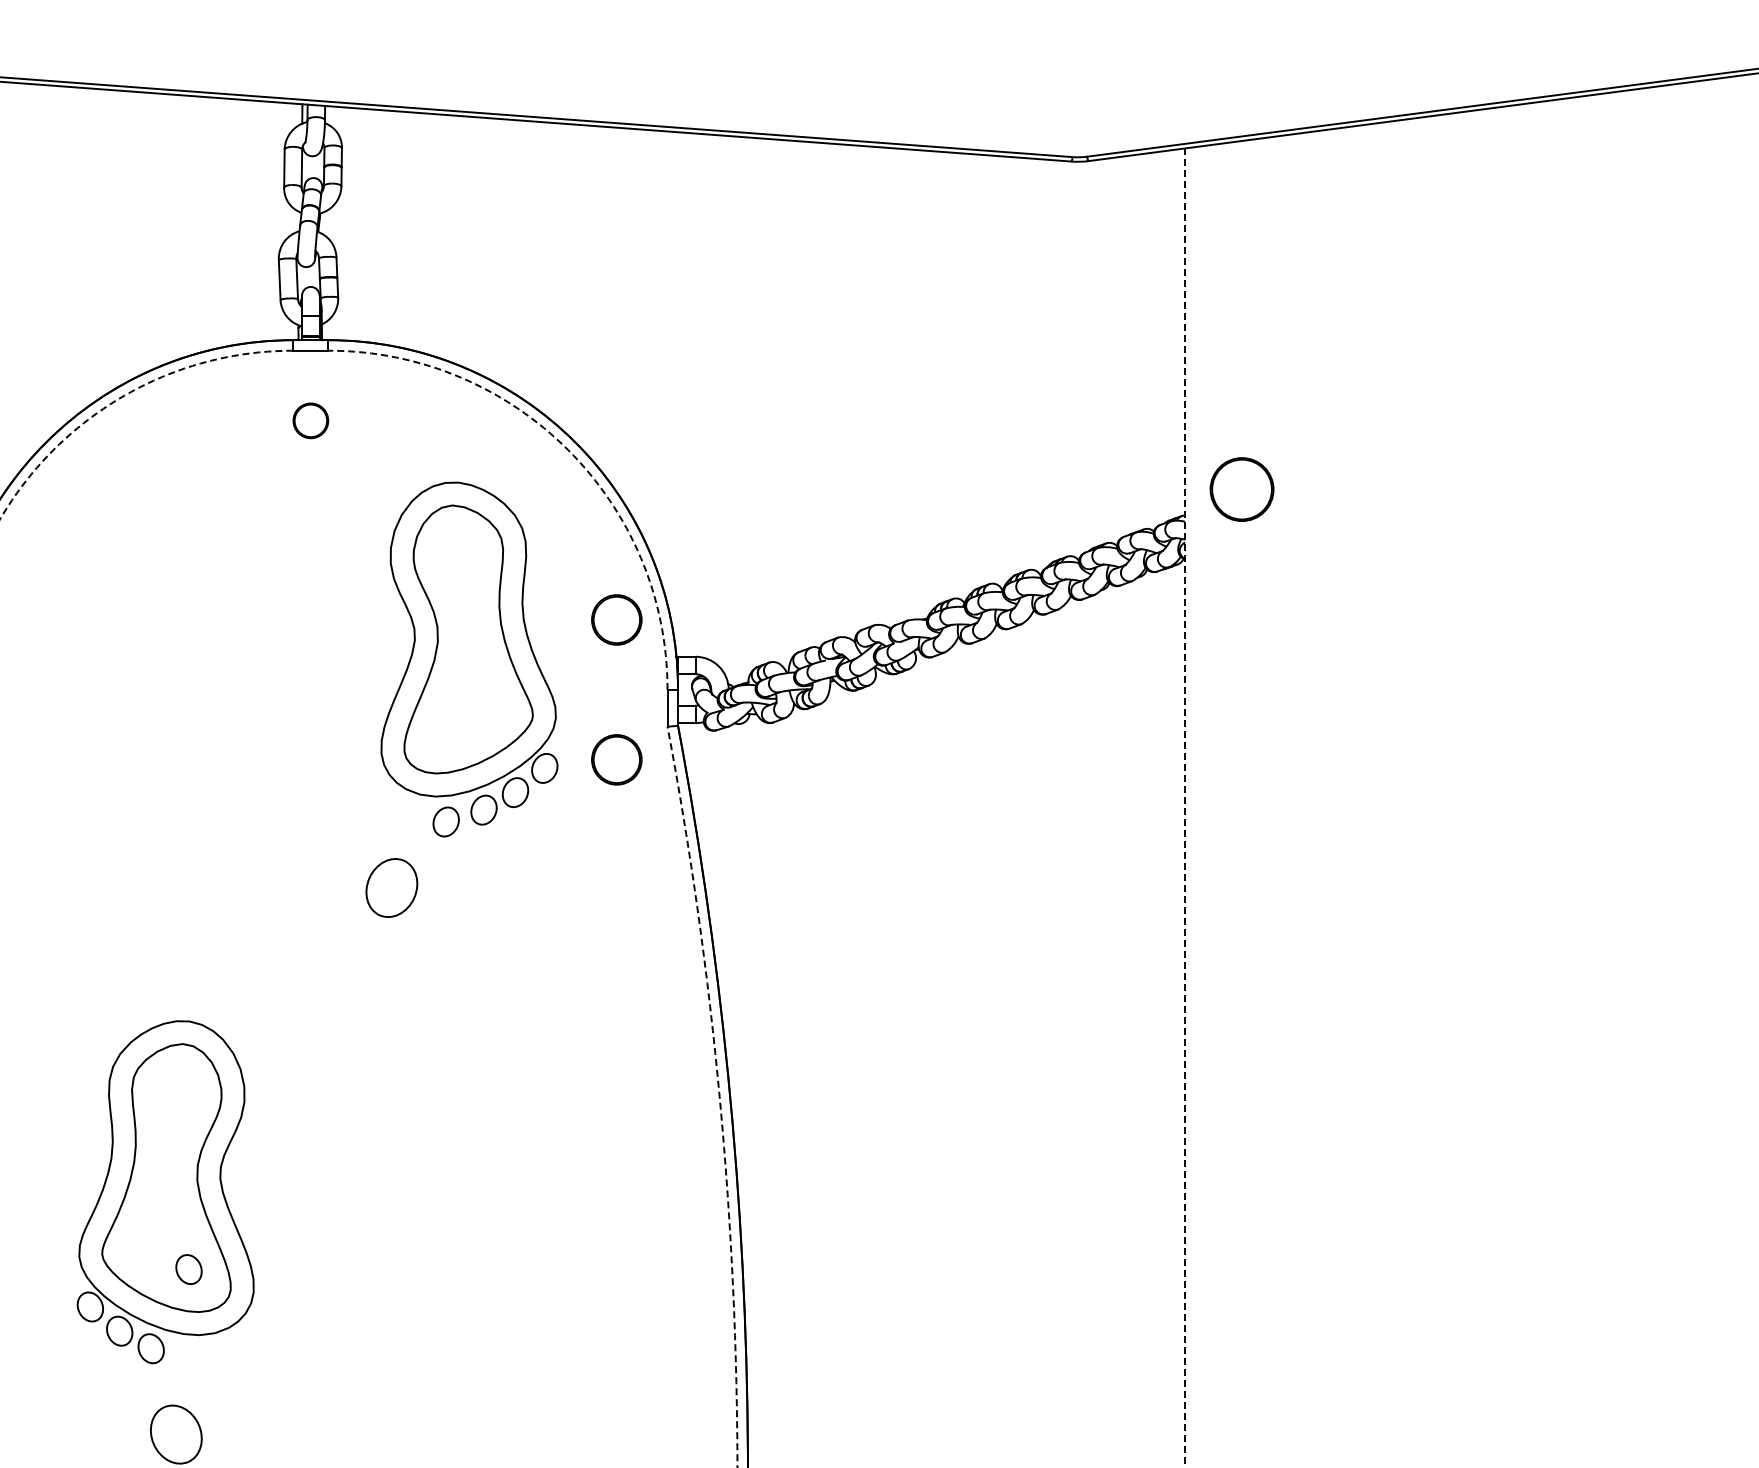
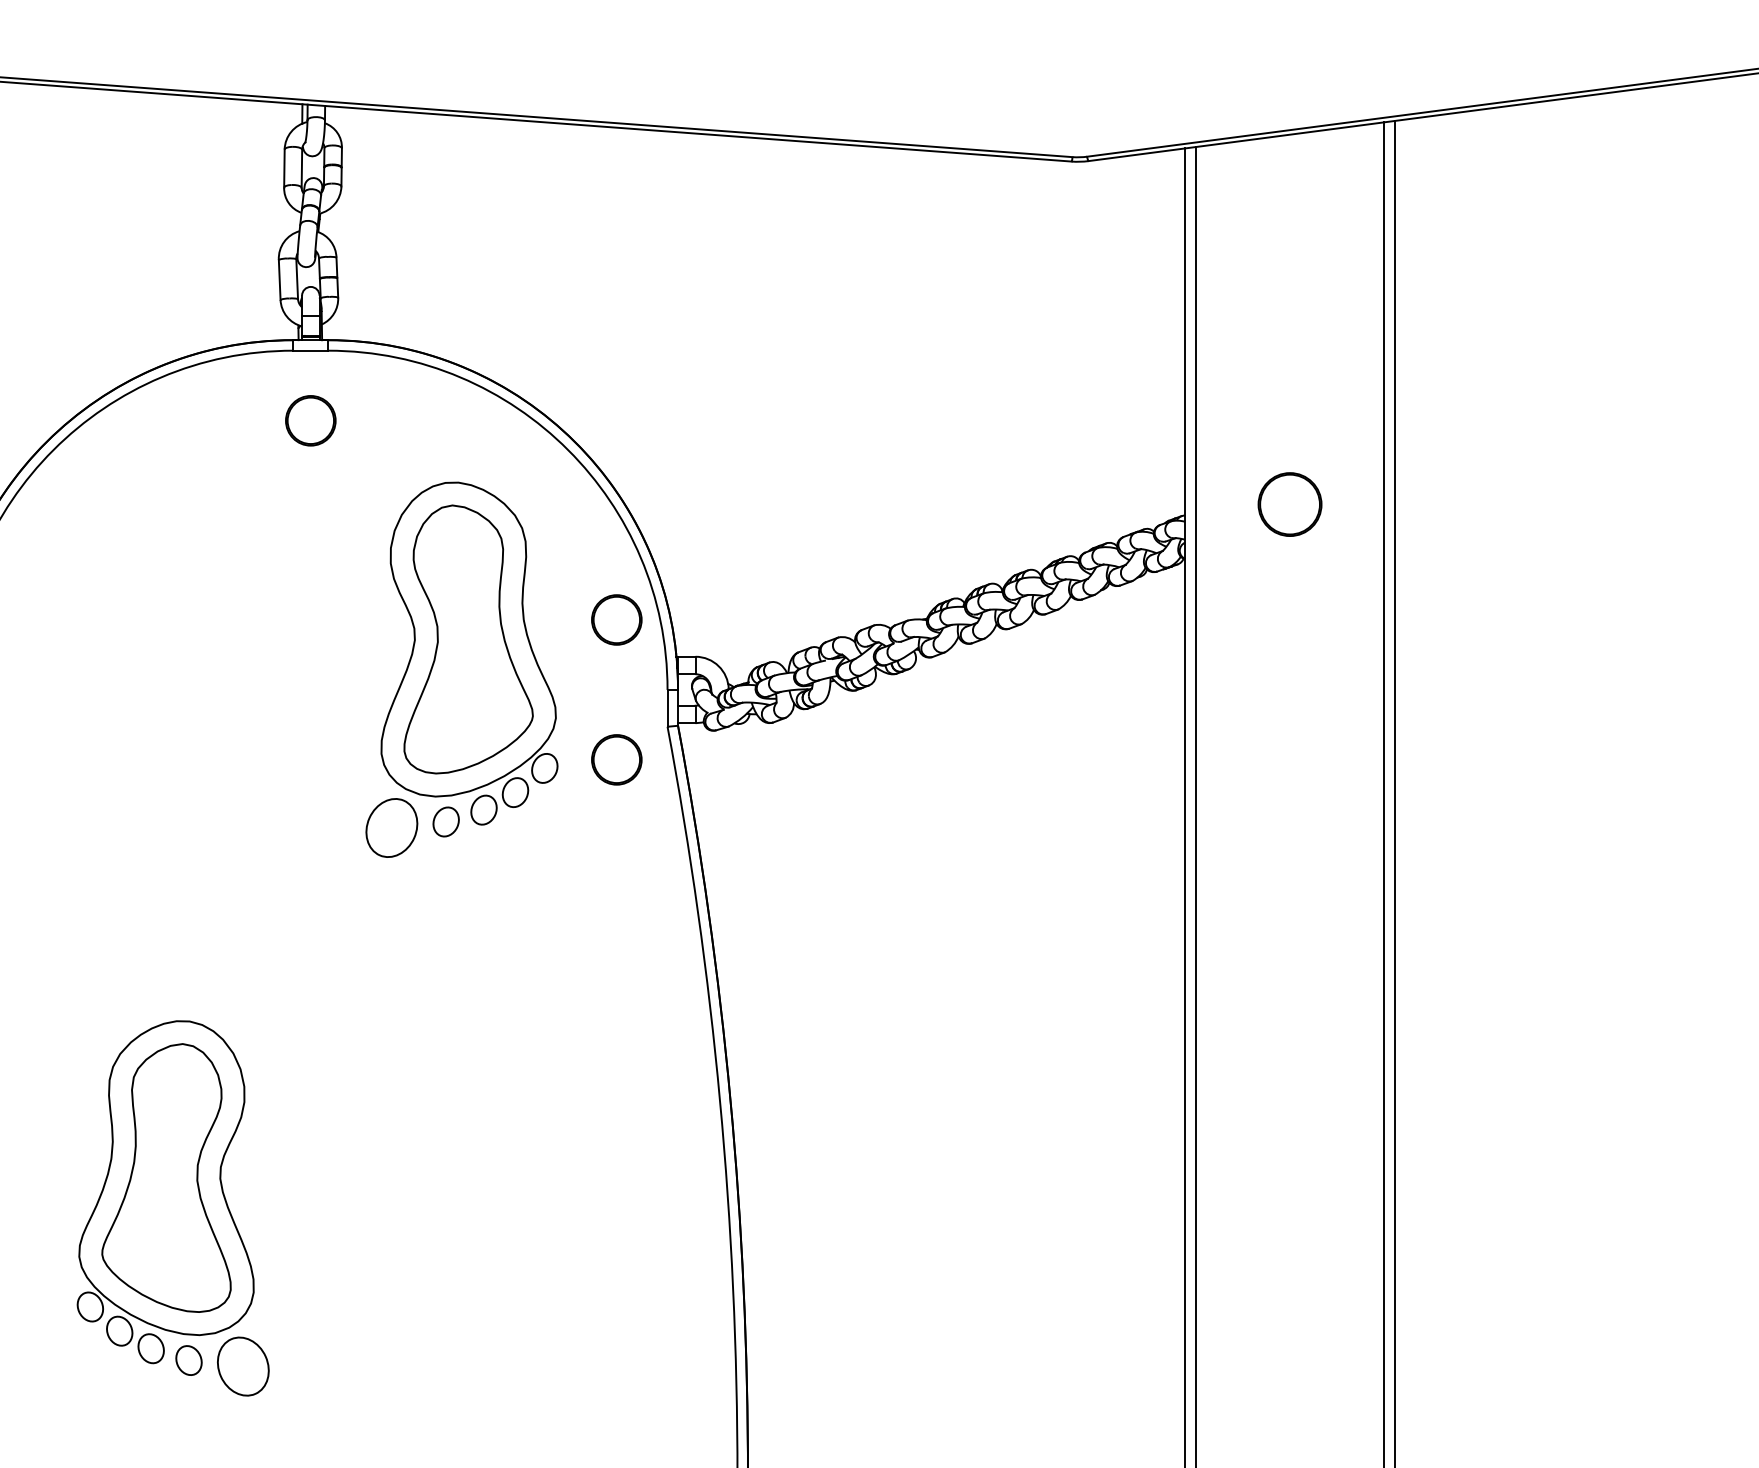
arc at (122, 396): dashed -> solid
part at (310, 420) size: 38x38 px -> 52x52 px
arc at (568, 450): dashed -> solid
part at (1241, 489) position: (1241, 489) -> (1289, 504)
line at (1394, 792): none -> present
line at (1384, 793): none -> present
line at (1195, 805): none -> present
line at (1185, 808): dashed -> solid
part at (391, 887) position: (391, 887) -> (391, 827)
arc at (719, 1096): dashed -> solid
part at (188, 1269) position: (188, 1269) -> (188, 1360)
part at (176, 1434) position: (176, 1434) -> (243, 1366)
